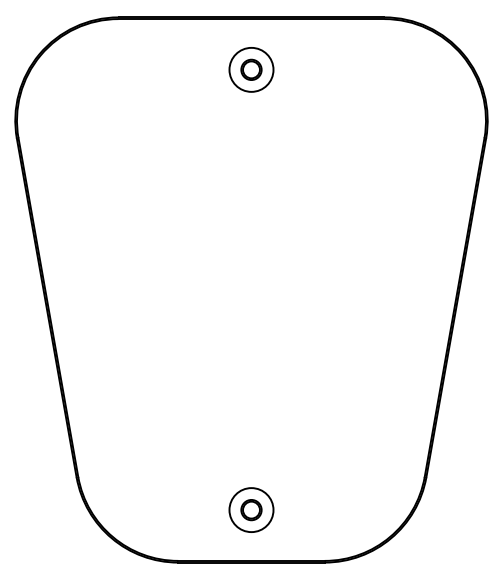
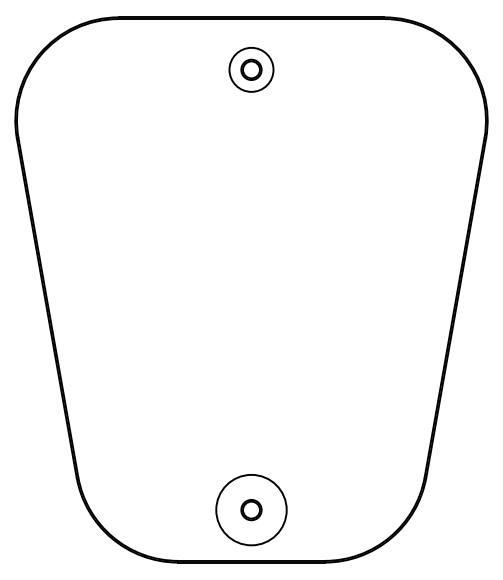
circle at (251, 510) diameter: 44 px -> 70 px
